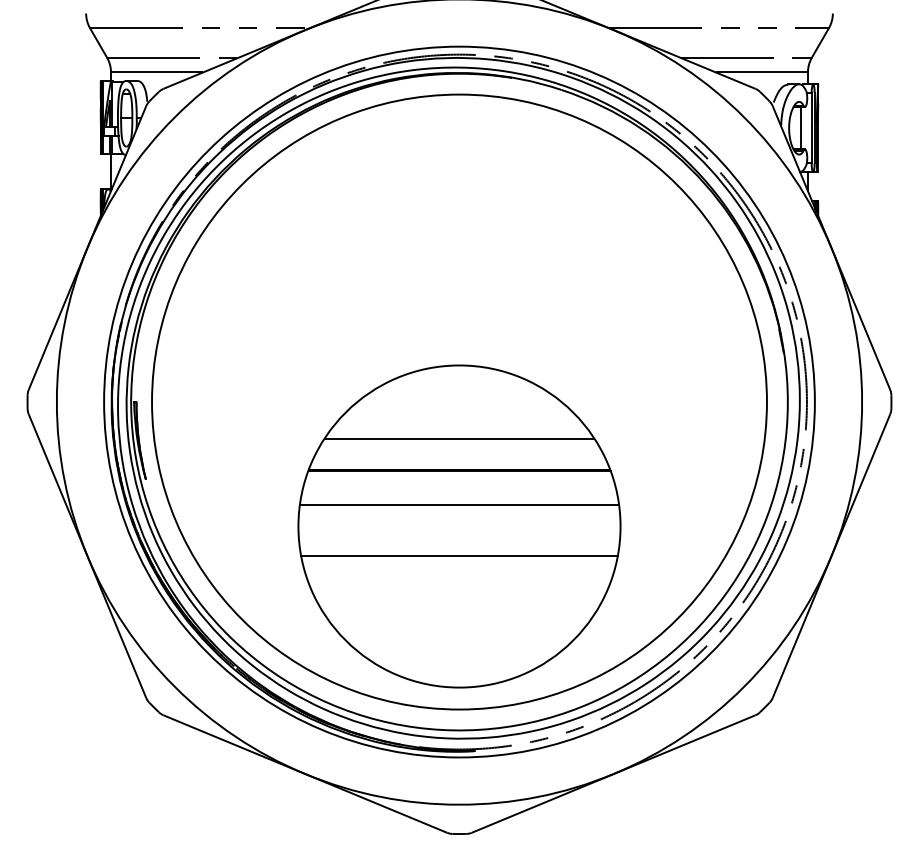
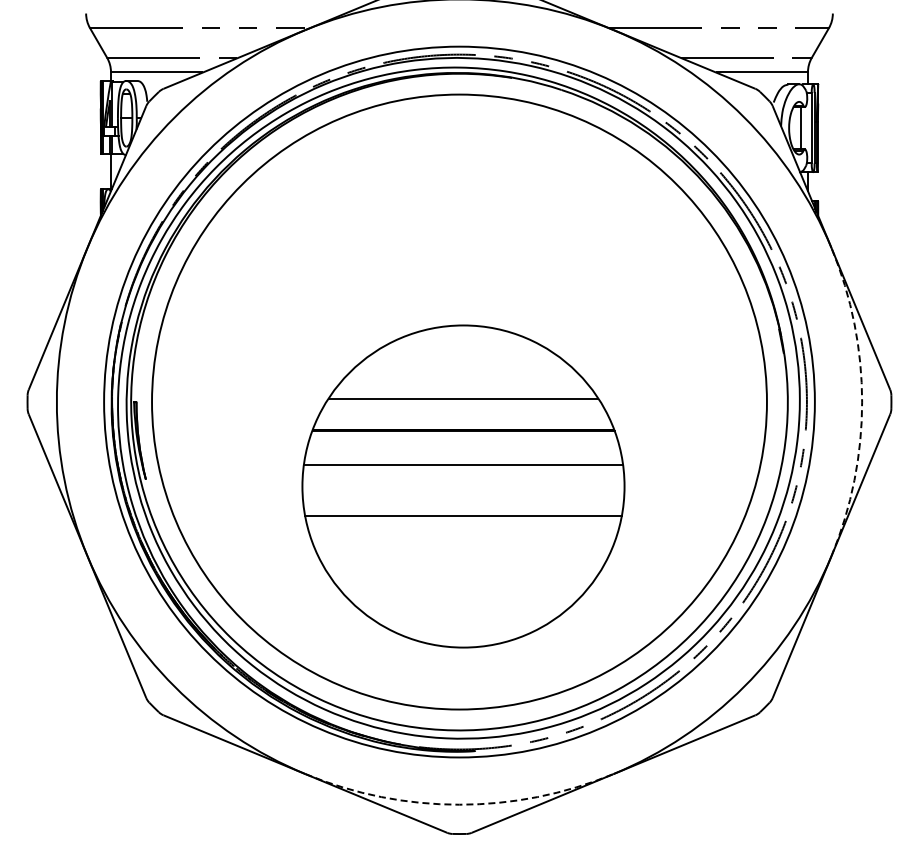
arc at (862, 402): solid -> dashed
part at (459, 526) position: (459, 526) -> (463, 486)
arc at (459, 804): solid -> dashed
